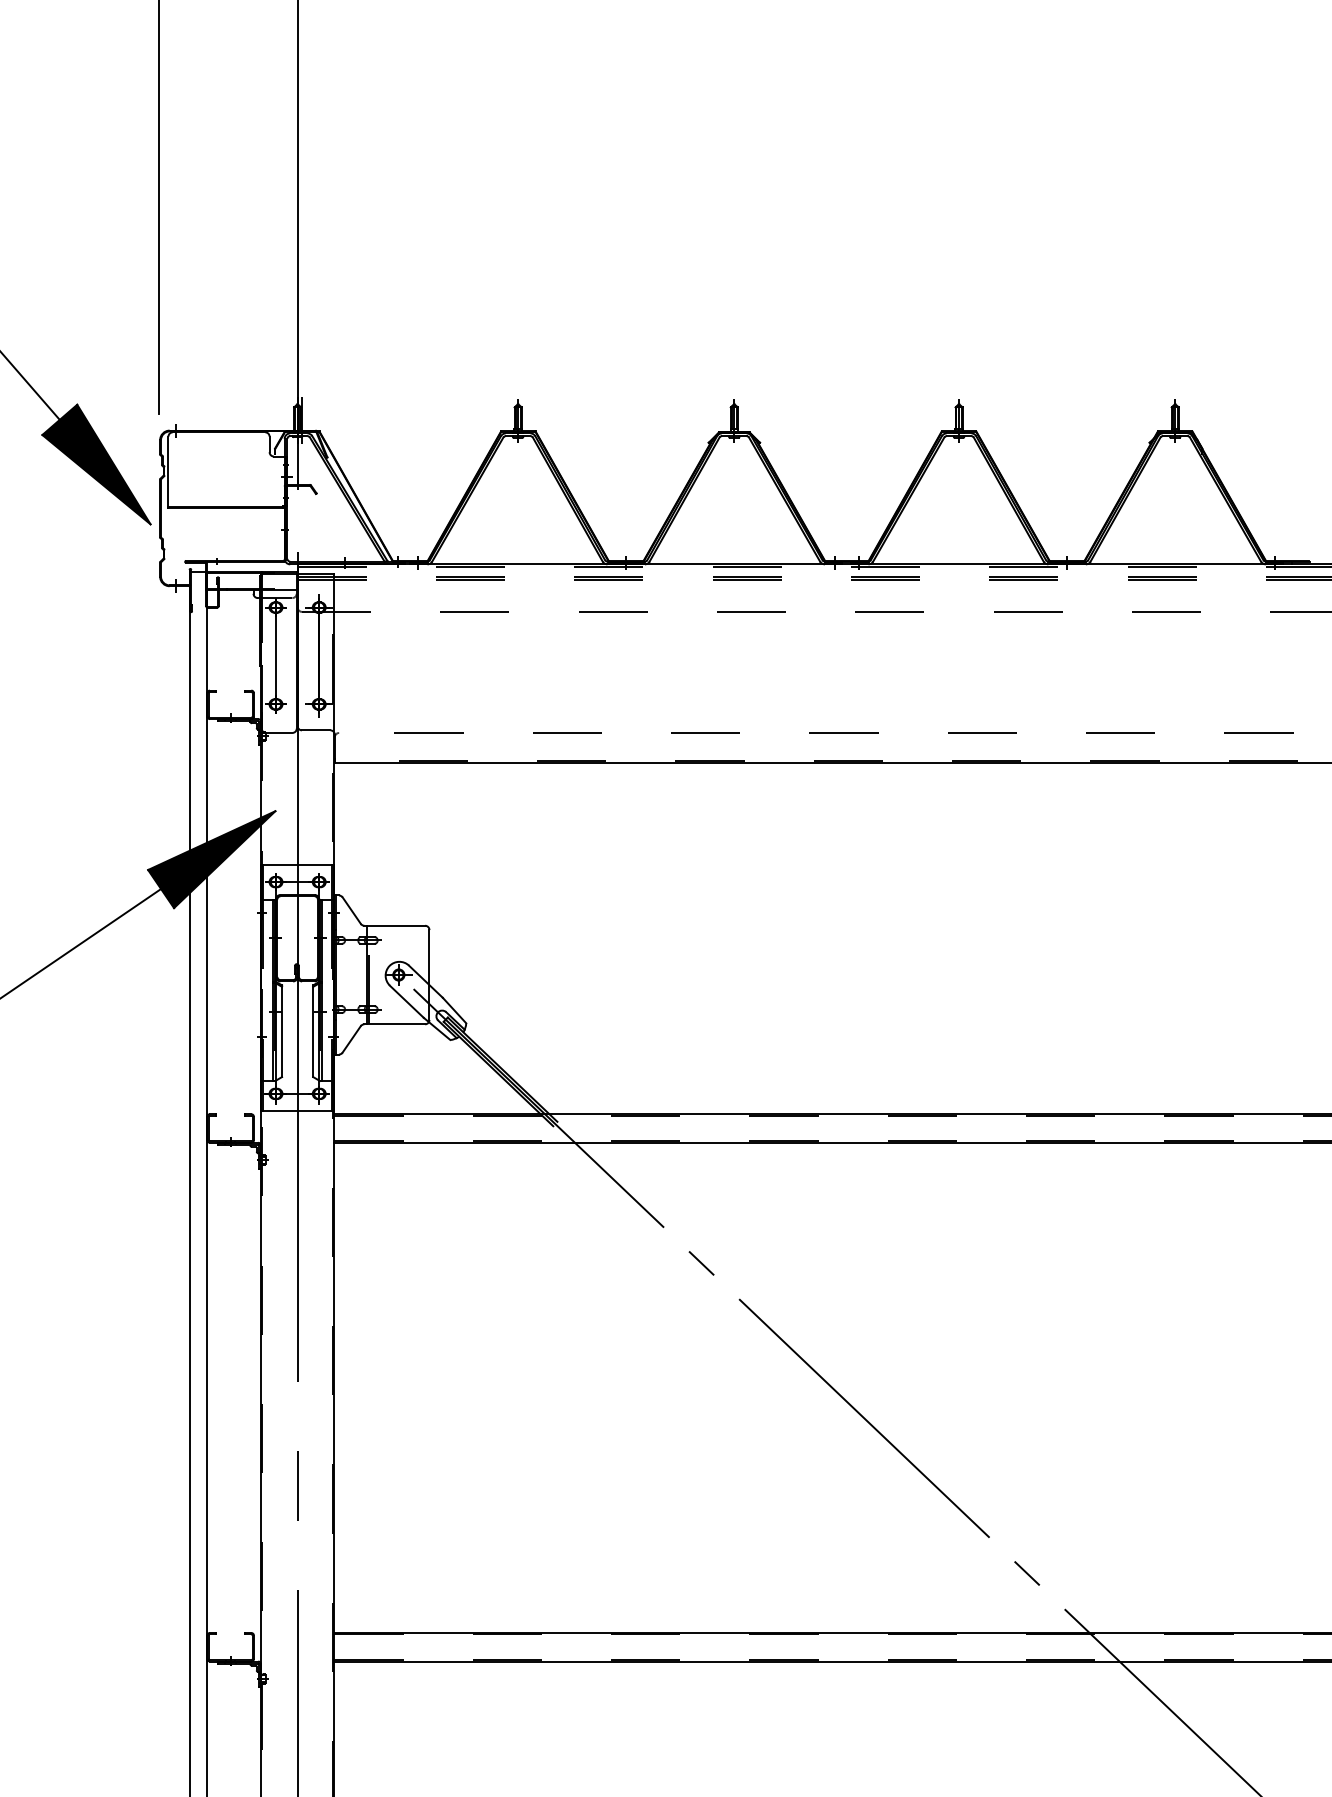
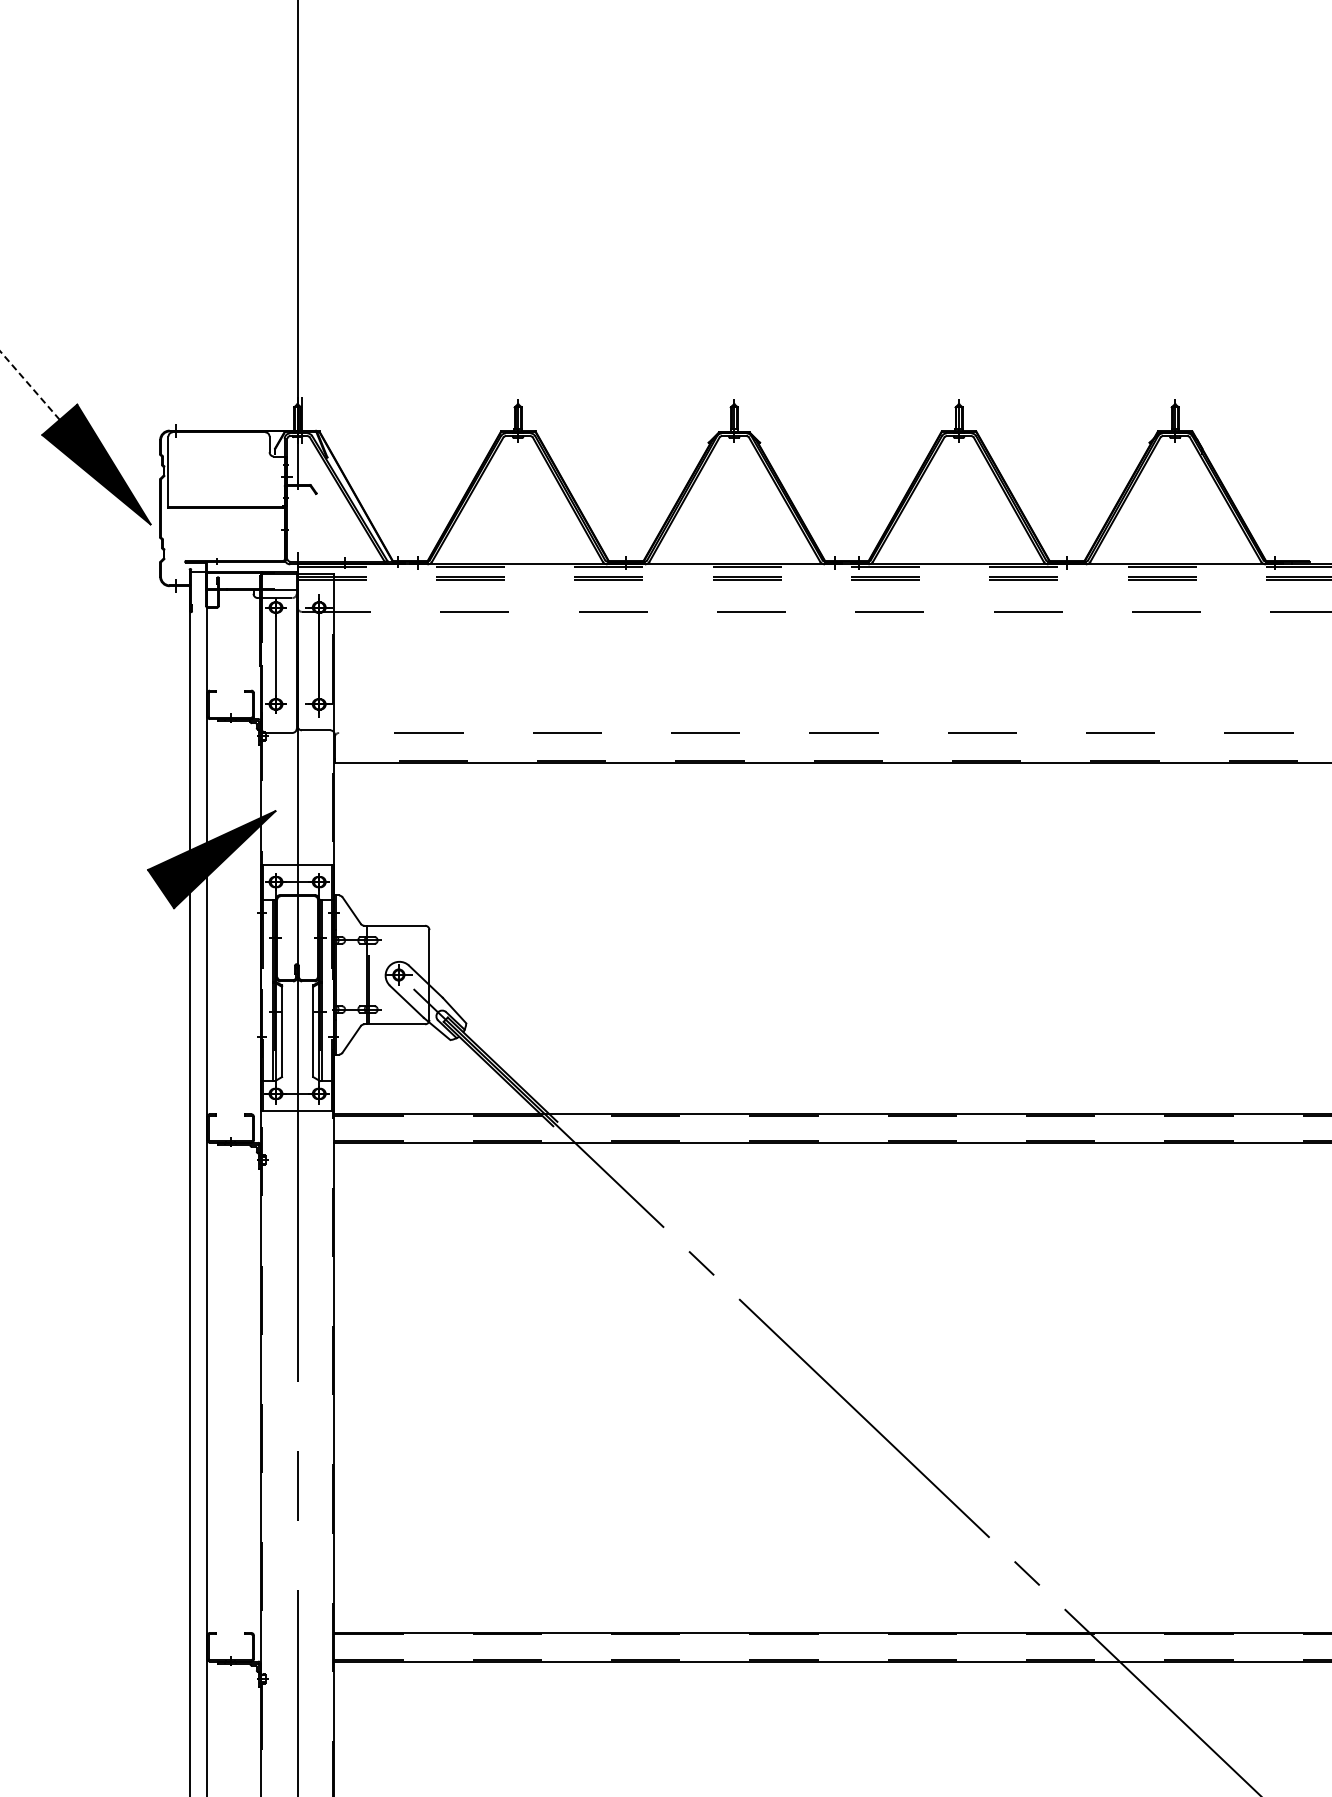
line at (159, 207): present -> none
line at (29, 385): solid -> dashed
line at (81, 943): present -> none
